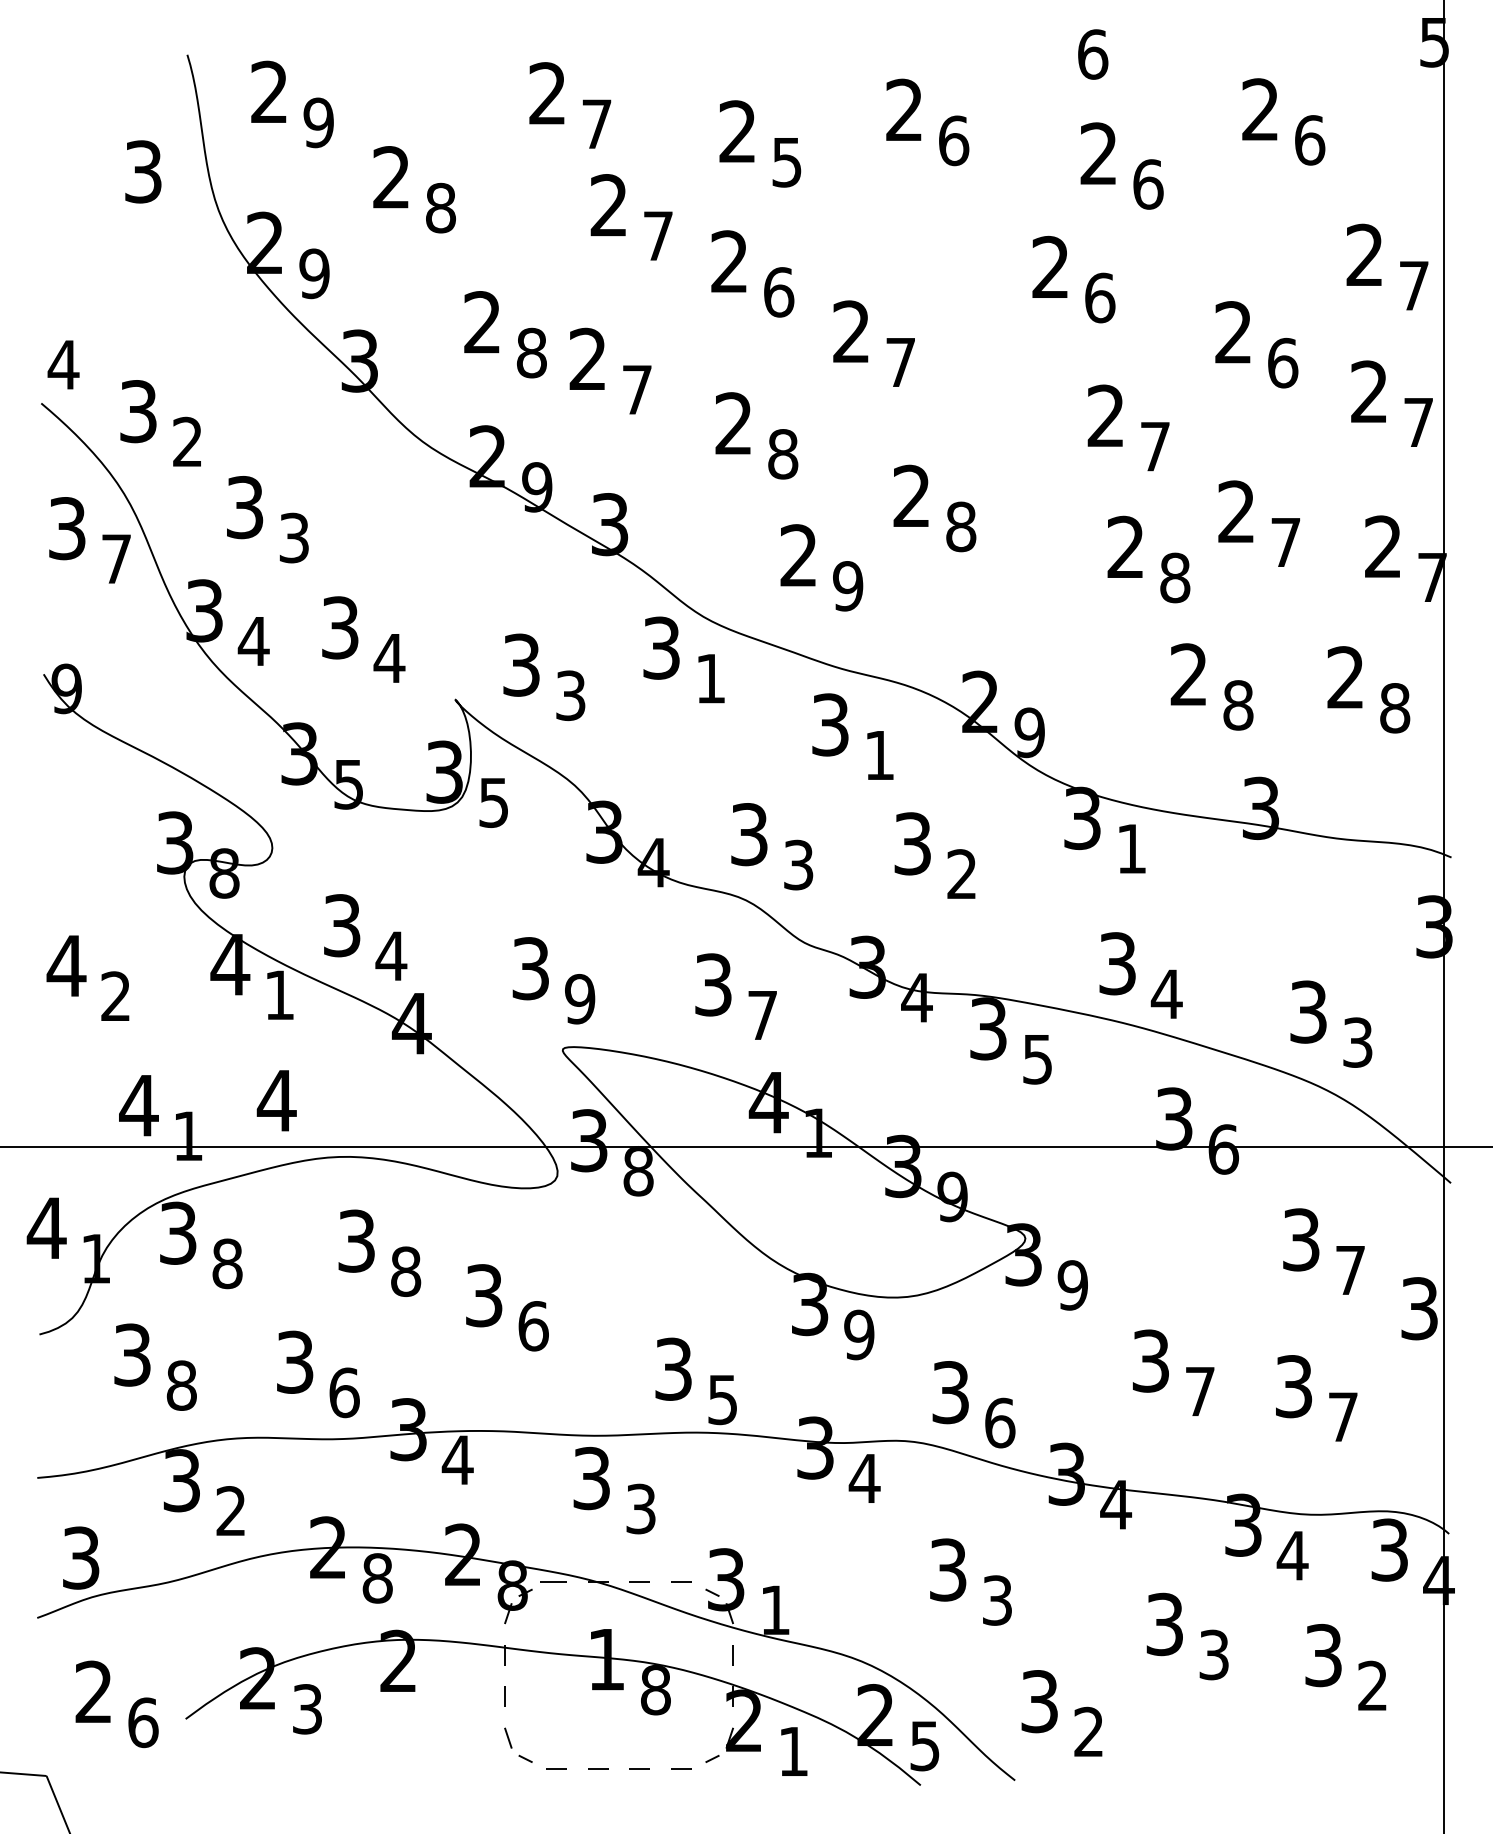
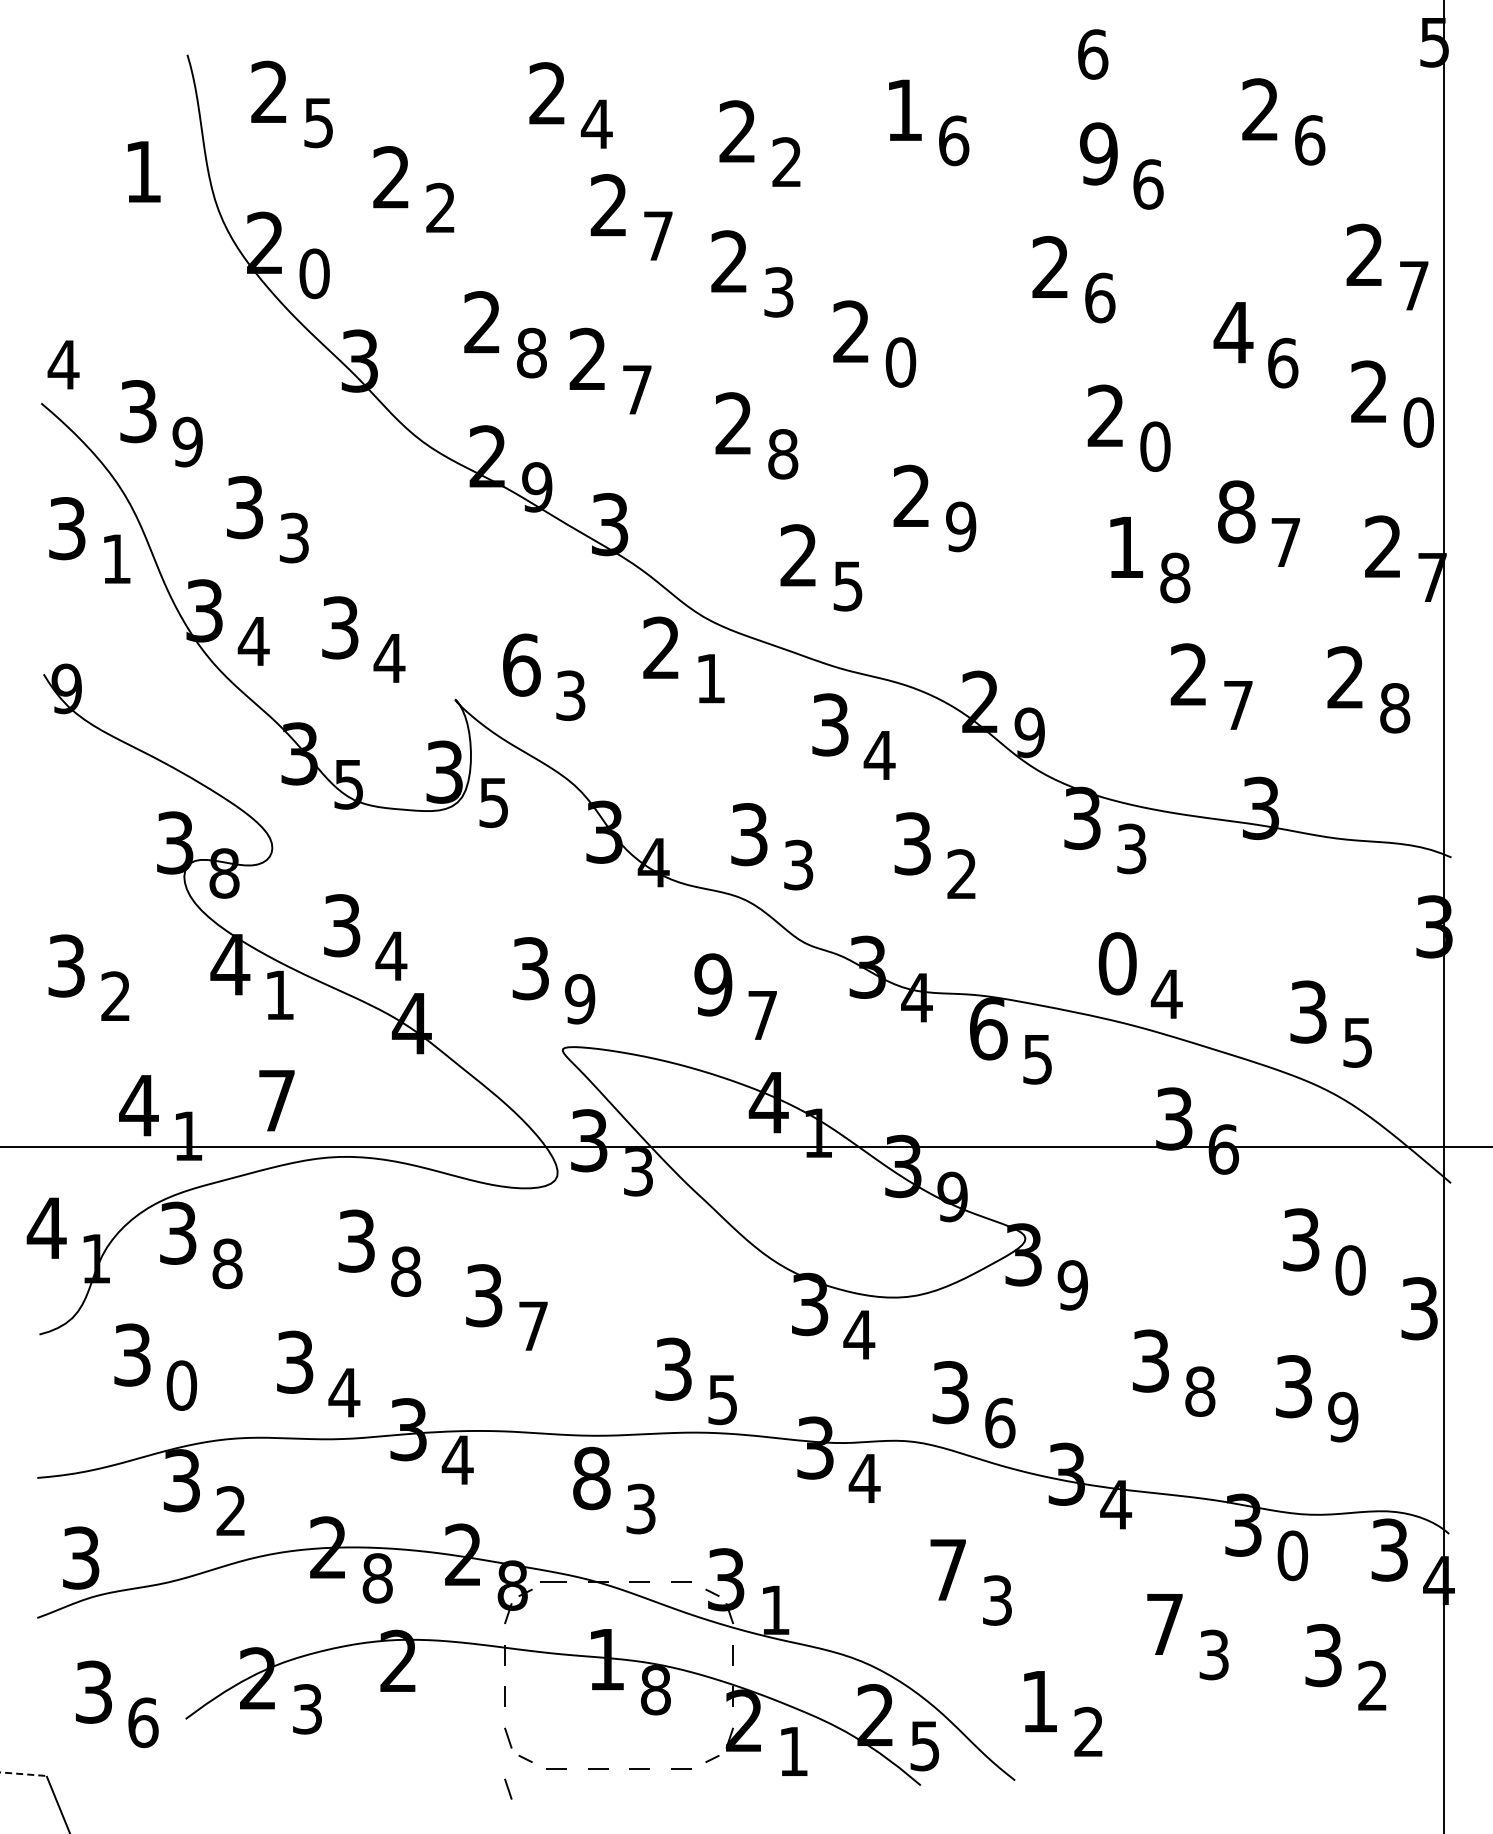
text at (903, 109): 2 -> 1
text at (318, 122): 9 -> 5
text at (596, 123): 7 -> 4
text at (1098, 153): 2 -> 9
text at (786, 162): 5 -> 2
text at (143, 171): 3 -> 1
text at (440, 207): 8 -> 2
text at (314, 273): 9 -> 0
text at (779, 292): 6 -> 3
text at (1233, 332): 2 -> 4
text at (900, 362): 7 -> 0
text at (1418, 422): 7 -> 0
text at (187, 441): 2 -> 9
text at (1155, 446): 7 -> 0
text at (1236, 511): 2 -> 8
text at (961, 526): 8 -> 9
text at (1125, 546): 2 -> 1
text at (116, 558): 7 -> 1
text at (848, 586): 9 -> 5
text at (661, 647): 3 -> 2
text at (521, 664): 3 -> 6
text at (1238, 705): 8 -> 7
text at (879, 755): 1 -> 4
text at (1131, 848): 1 -> 3
text at (1117, 963): 3 -> 0
text at (66, 965): 4 -> 3
text at (713, 984): 3 -> 9
text at (988, 1028): 3 -> 6
text at (1357, 1042): 3 -> 5
text at (276, 1100): 4 -> 7
text at (638, 1172): 8 -> 3
text at (1350, 1270): 7 -> 0
text at (533, 1326): 6 -> 7
text at (859, 1334): 9 -> 4
text at (181, 1385): 8 -> 0
text at (1200, 1391): 7 -> 8
text at (344, 1392): 6 -> 4
text at (1343, 1416): 7 -> 9
text at (591, 1478): 3 -> 8
text at (1292, 1555): 4 -> 0
text at (948, 1569): 3 -> 7
text at (1164, 1624): 3 -> 7
text at (93, 1691): 2 -> 3
text at (1039, 1701): 3 -> 1
line at (23, 1774): solid -> dashed
line at (508, 1788): none -> present
